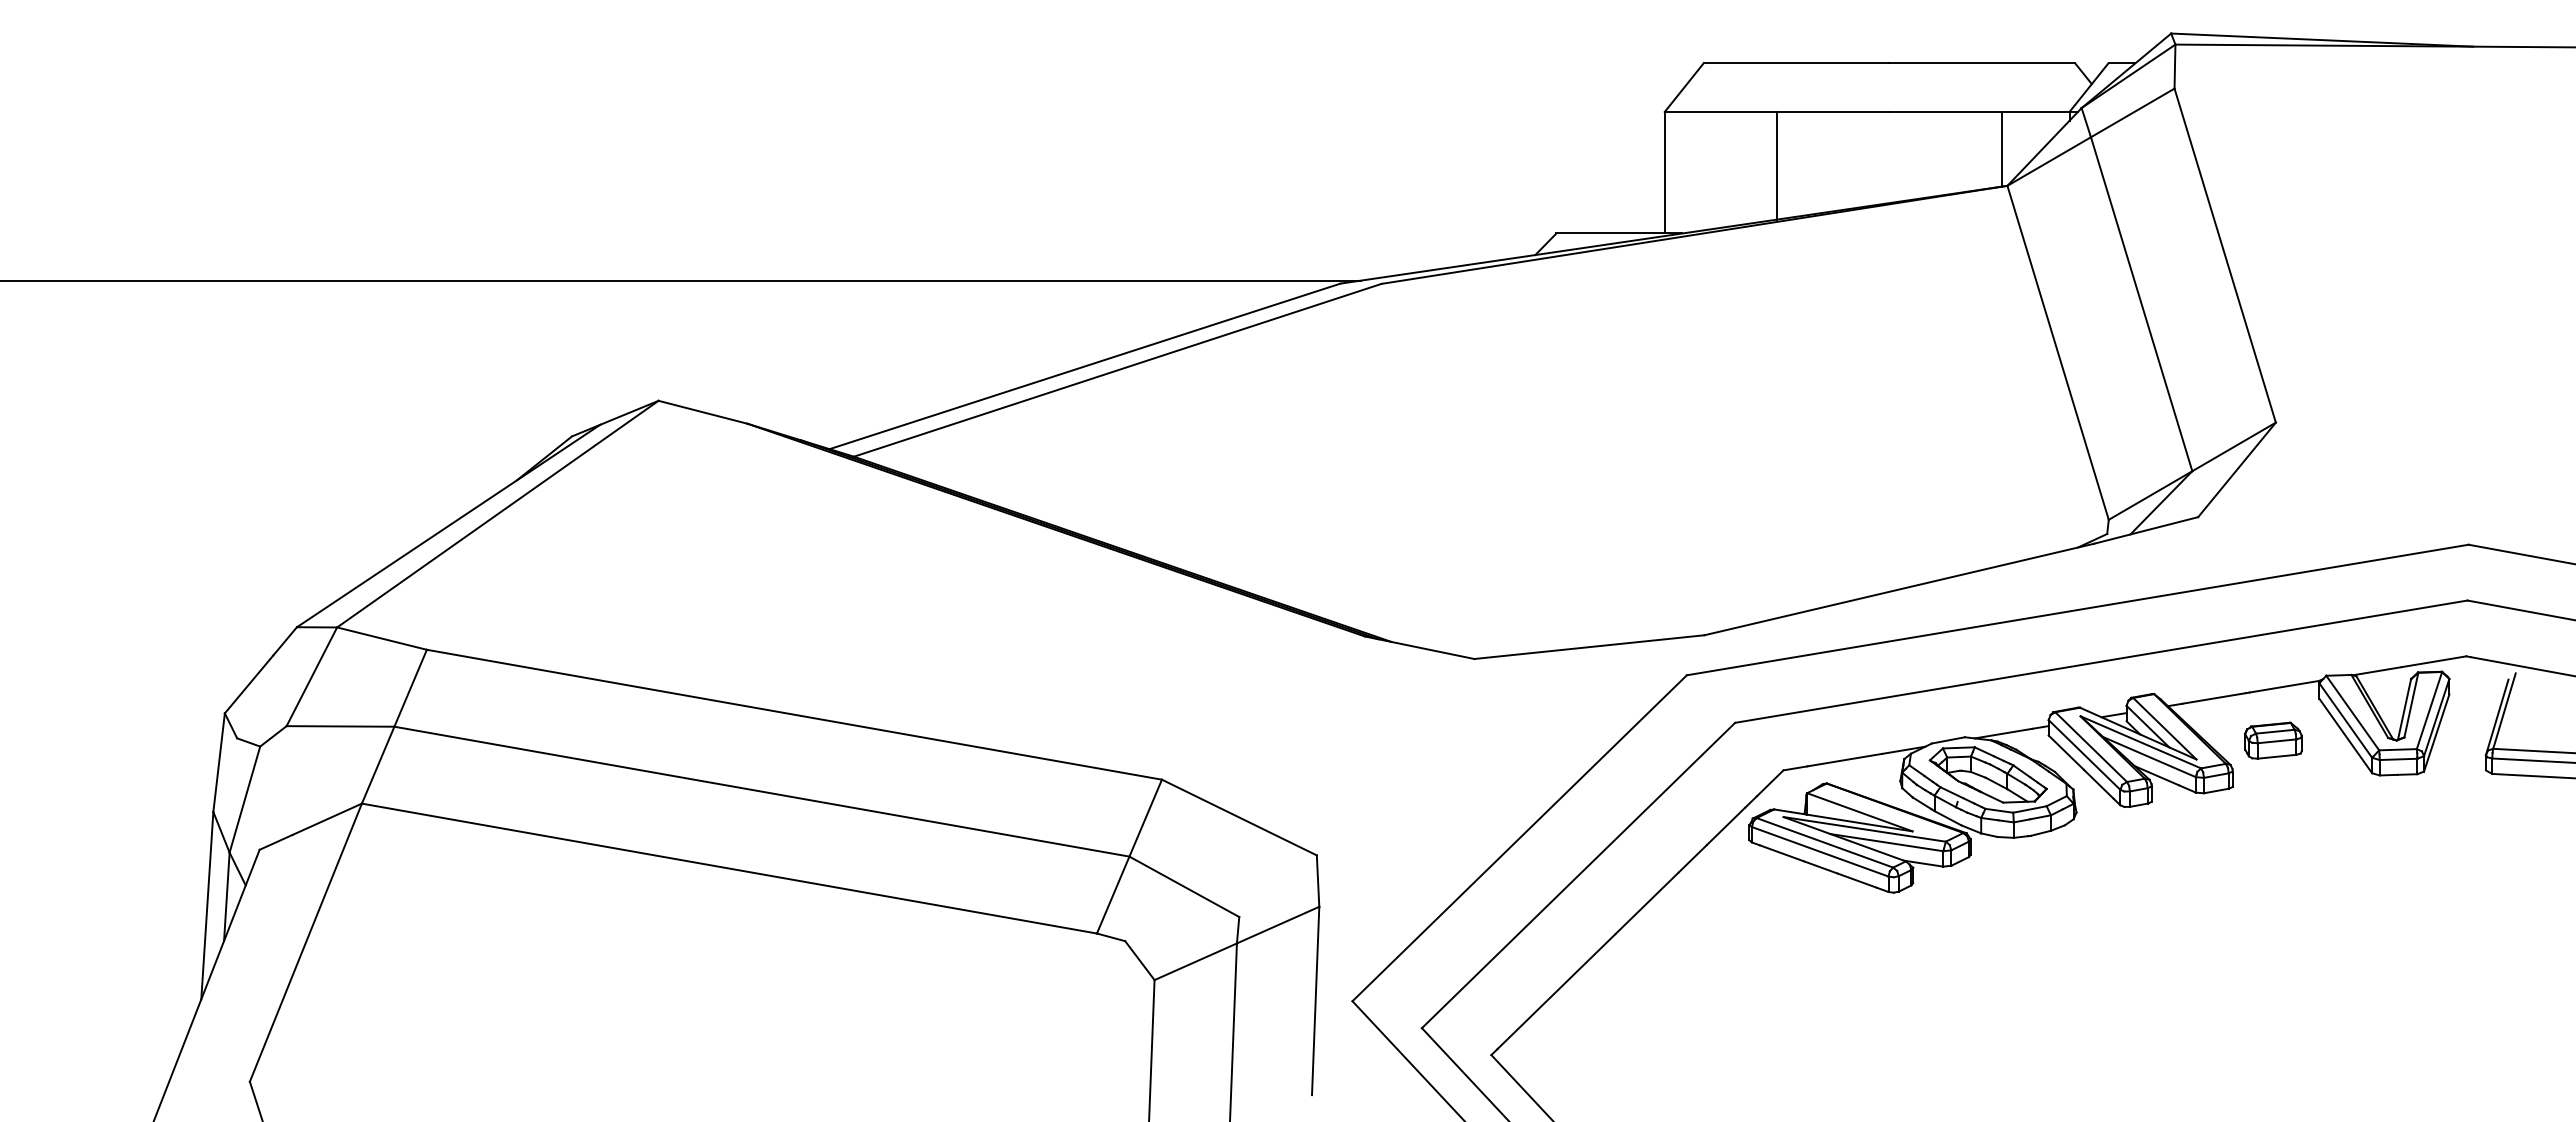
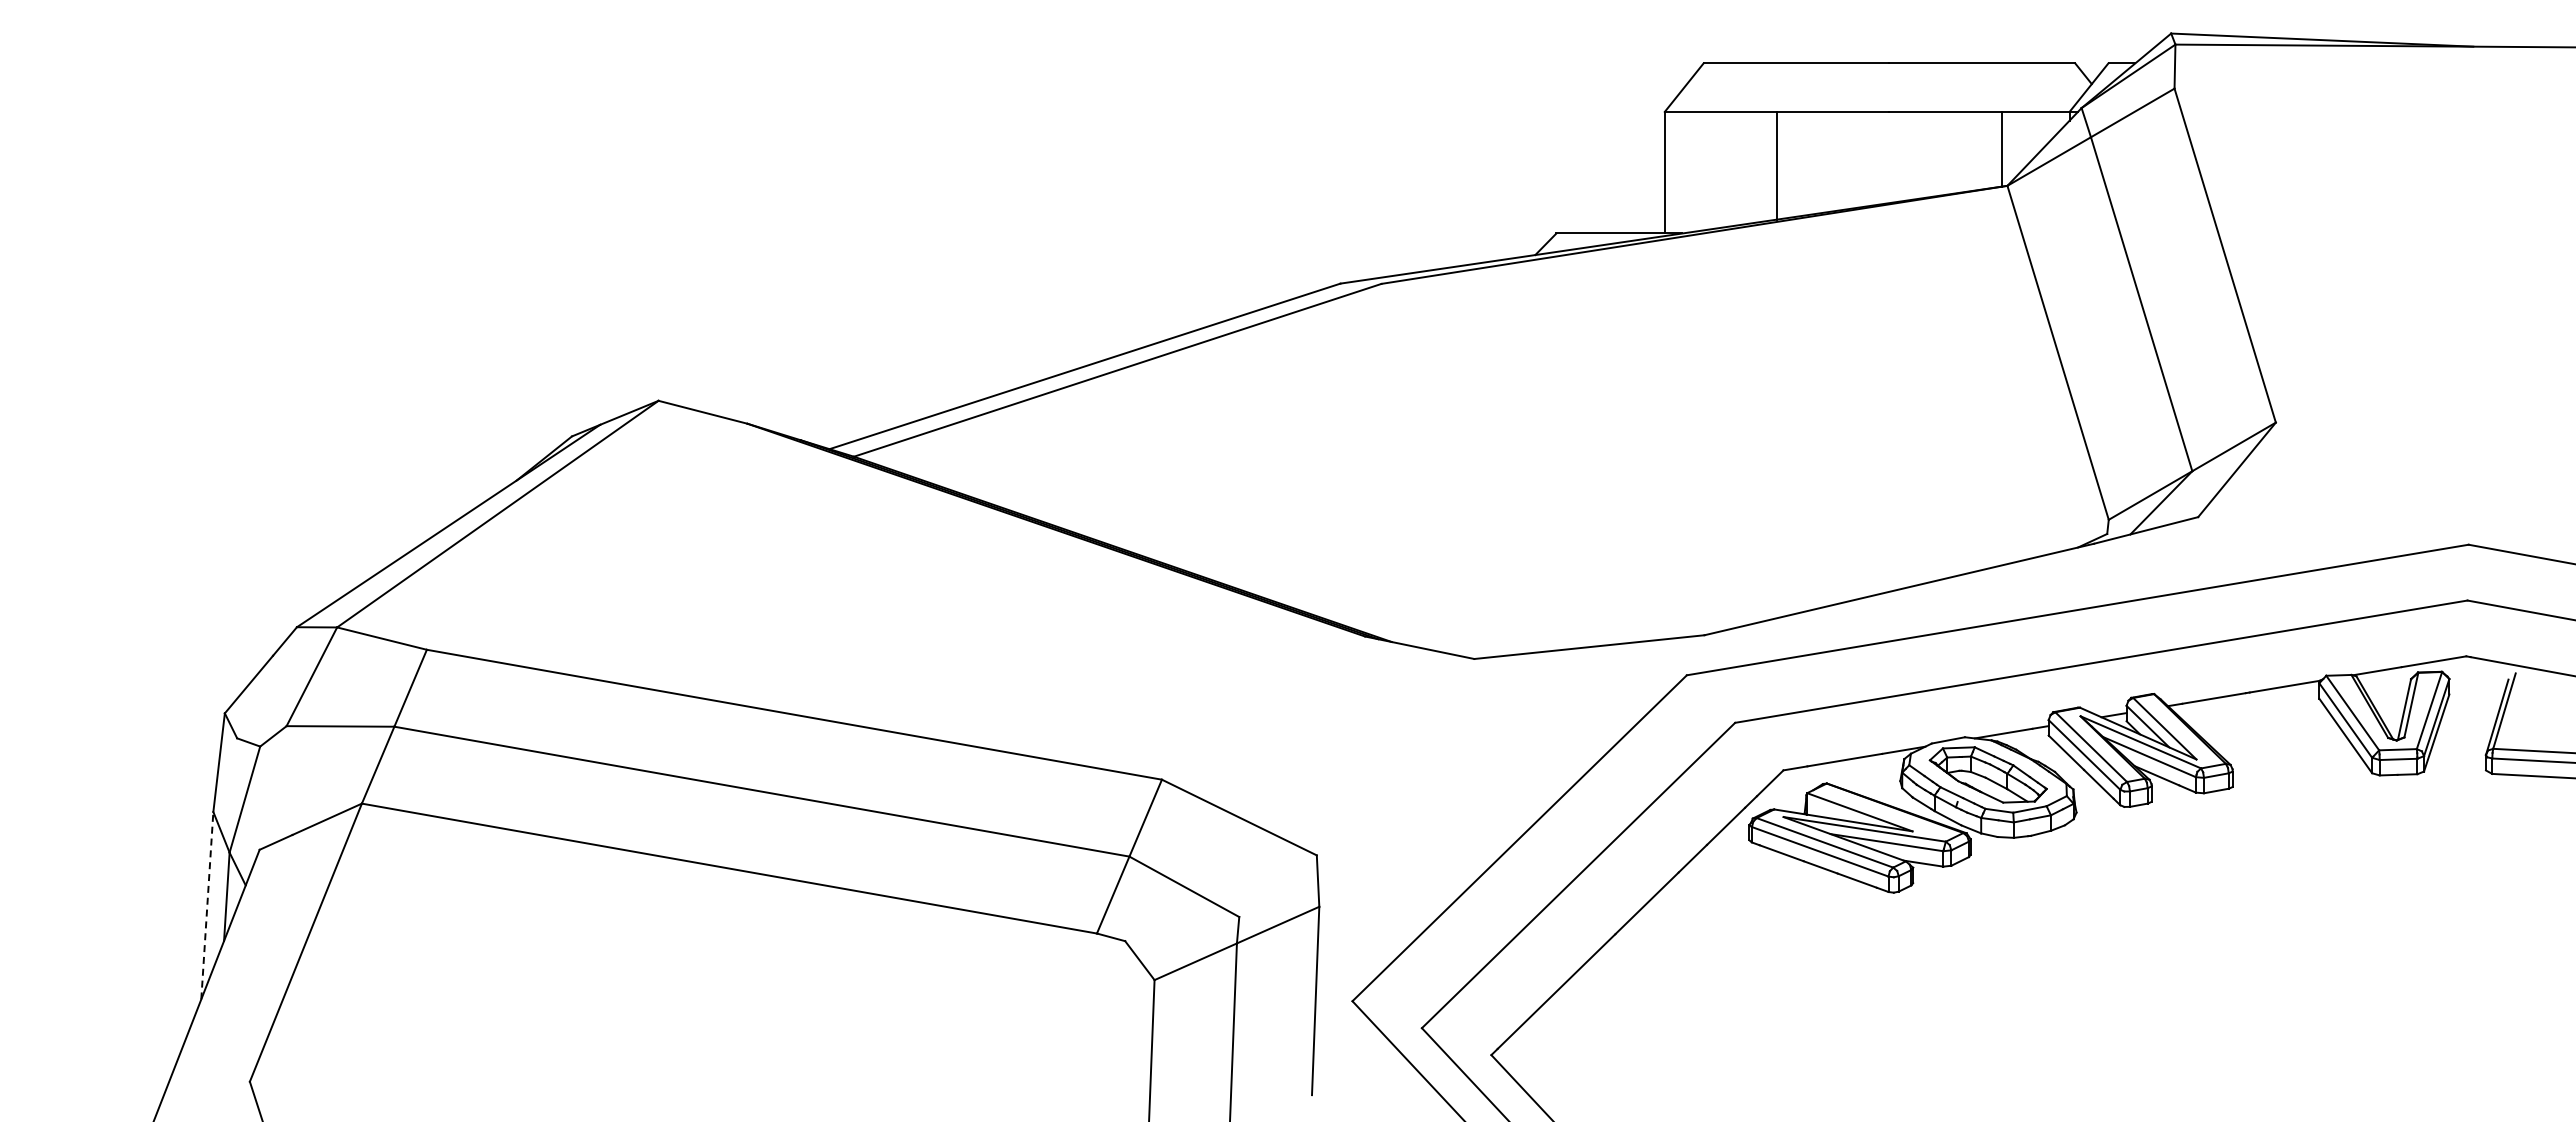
line at (681, 280): present -> none
part at (2273, 740): present -> none
line at (207, 905): solid -> dashed
